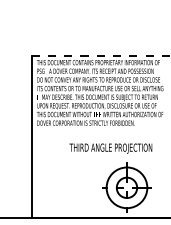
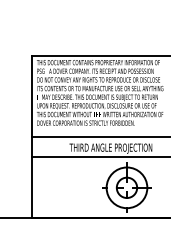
line at (101, 55): dashed -> solid
line at (99, 136): none -> present
line at (99, 157): none -> present
